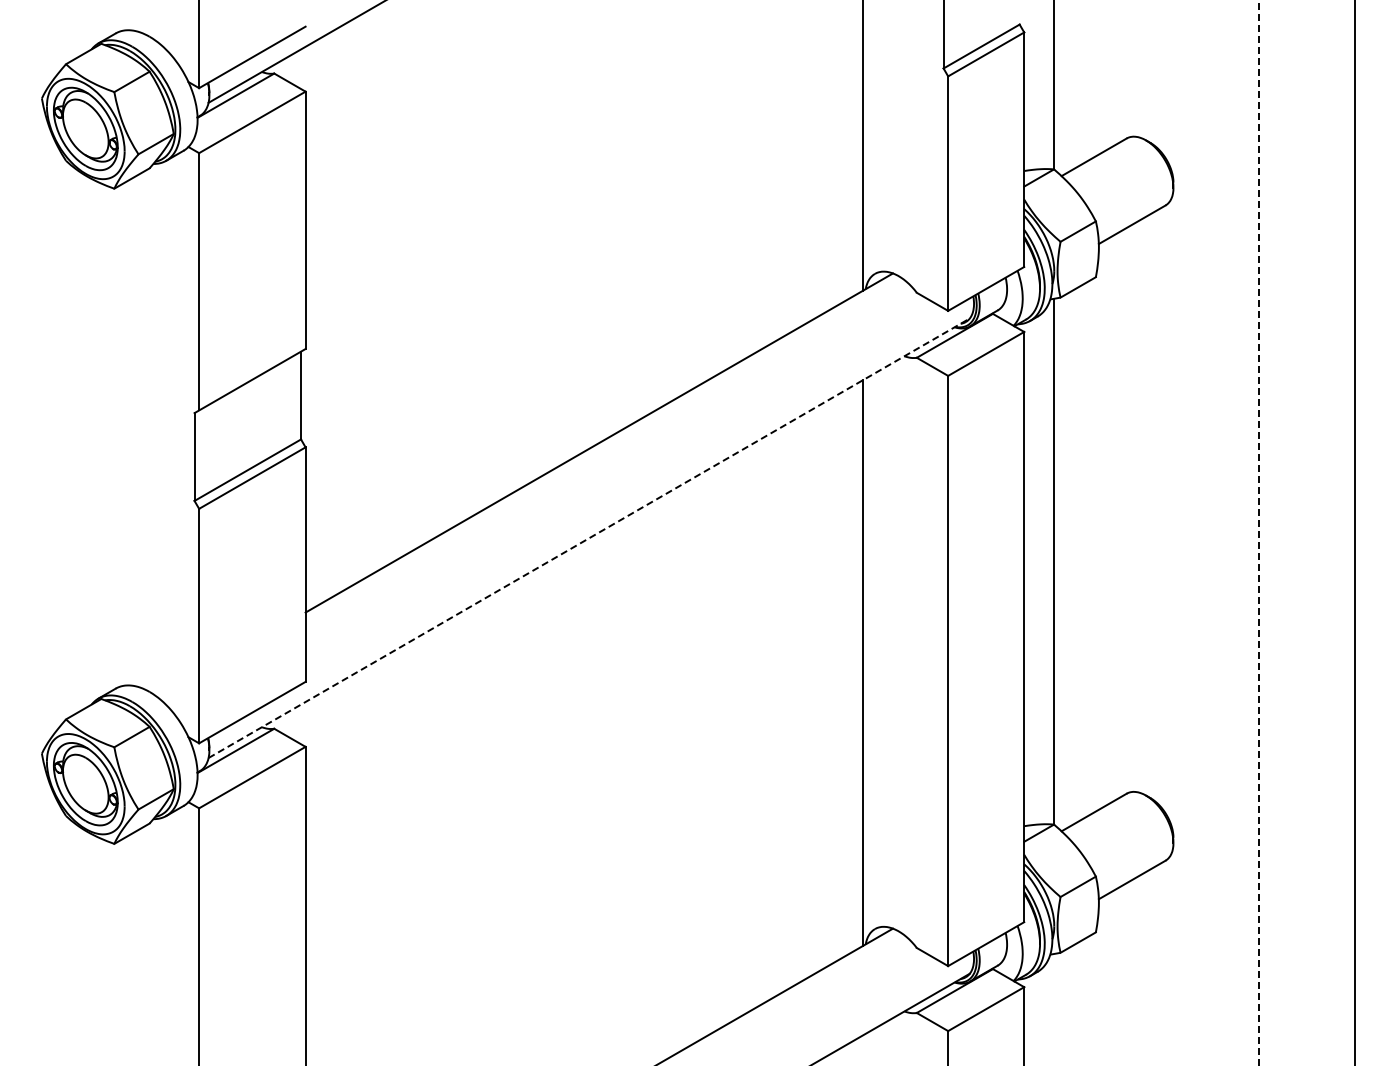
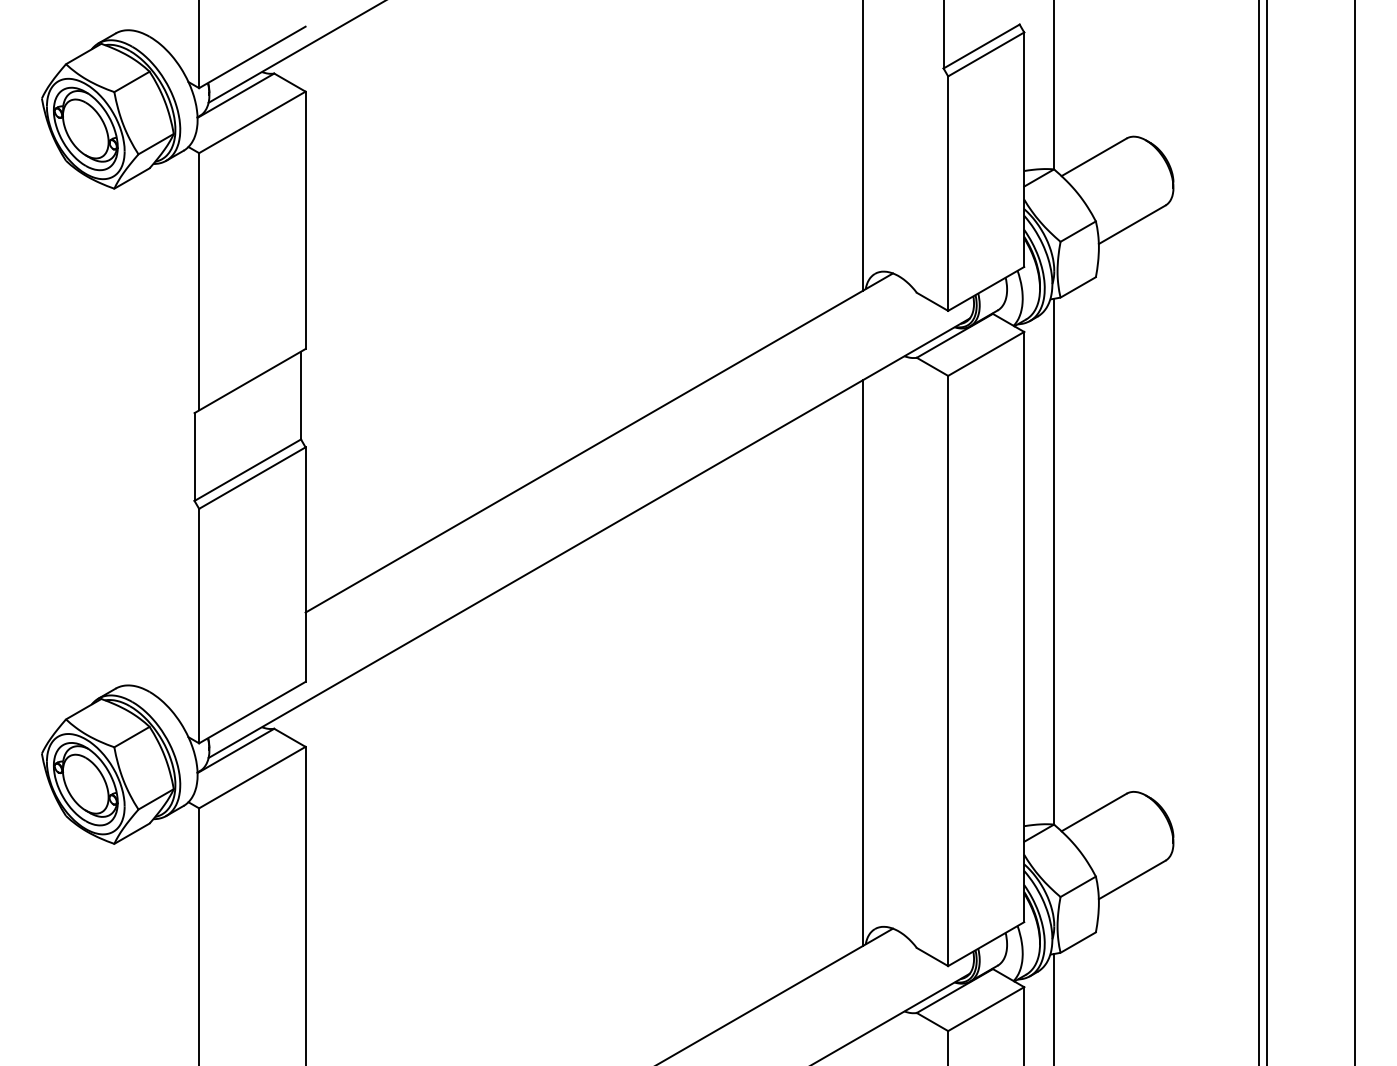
line at (1266, 532): none -> present
line at (1258, 533): dashed -> solid
line at (589, 538): dashed -> solid
line at (1053, 1008): none -> present
